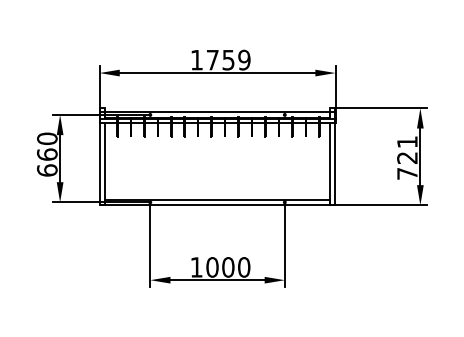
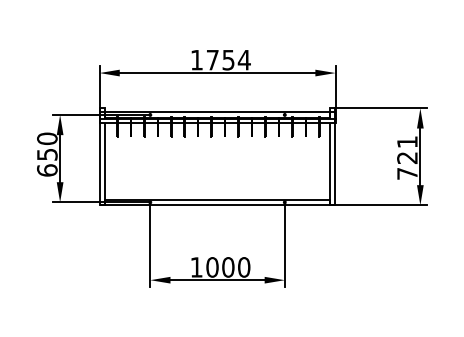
text at (243, 59): 1759 -> 1754
text at (47, 154): 660 -> 650
